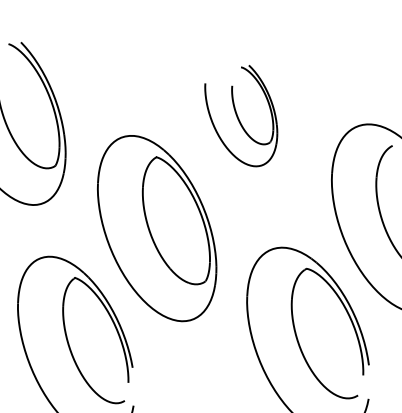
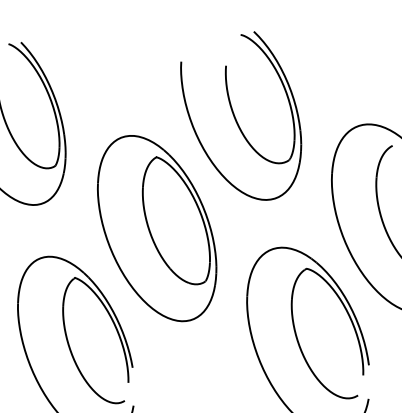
part at (241, 116) size: 75x103 px -> 123x170 px
